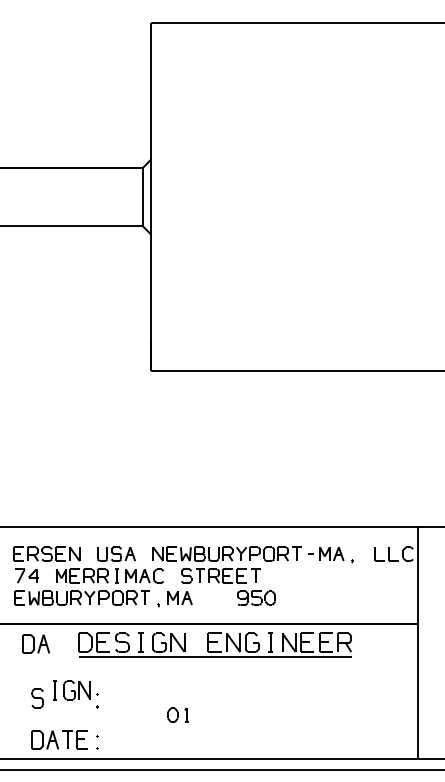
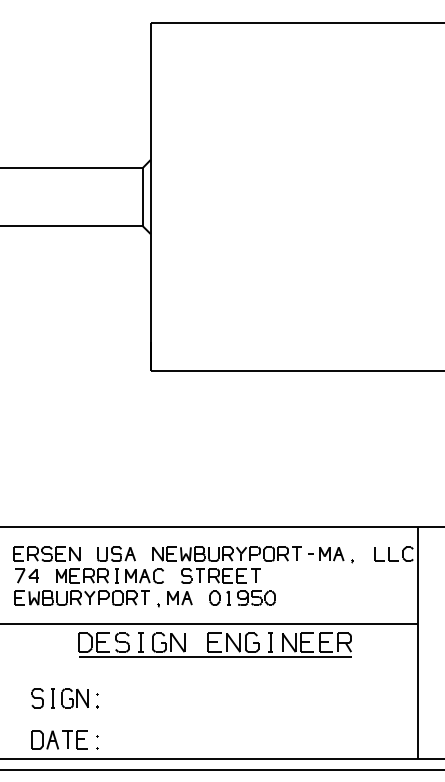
part at (35, 643): present -> none
part at (71, 690) position: (71, 690) -> (69, 698)
part at (177, 714) position: (177, 714) -> (219, 597)
